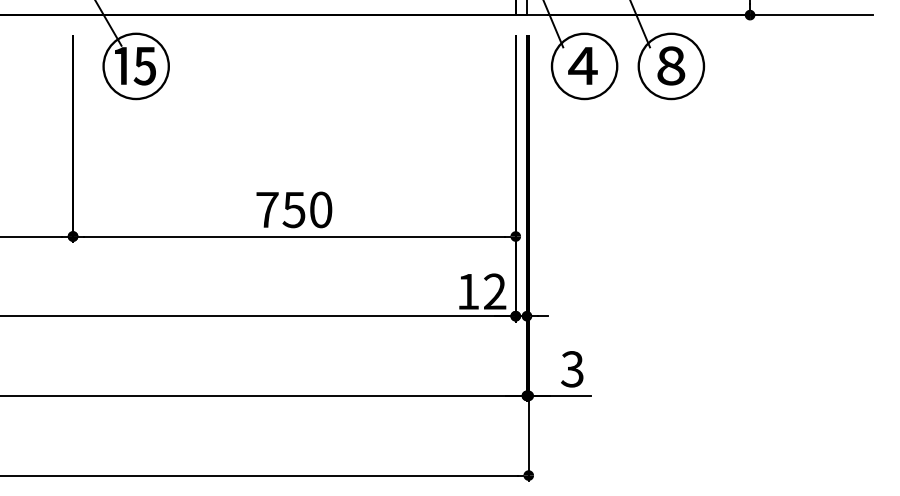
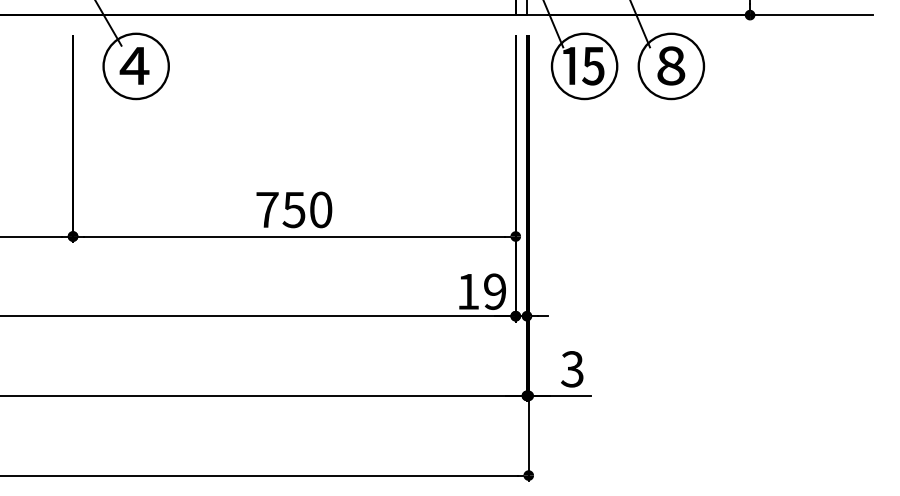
text at (135, 66): ⑮ -> ④
text at (583, 66): ④ -> ⑮
text at (495, 291): 12 -> 19
